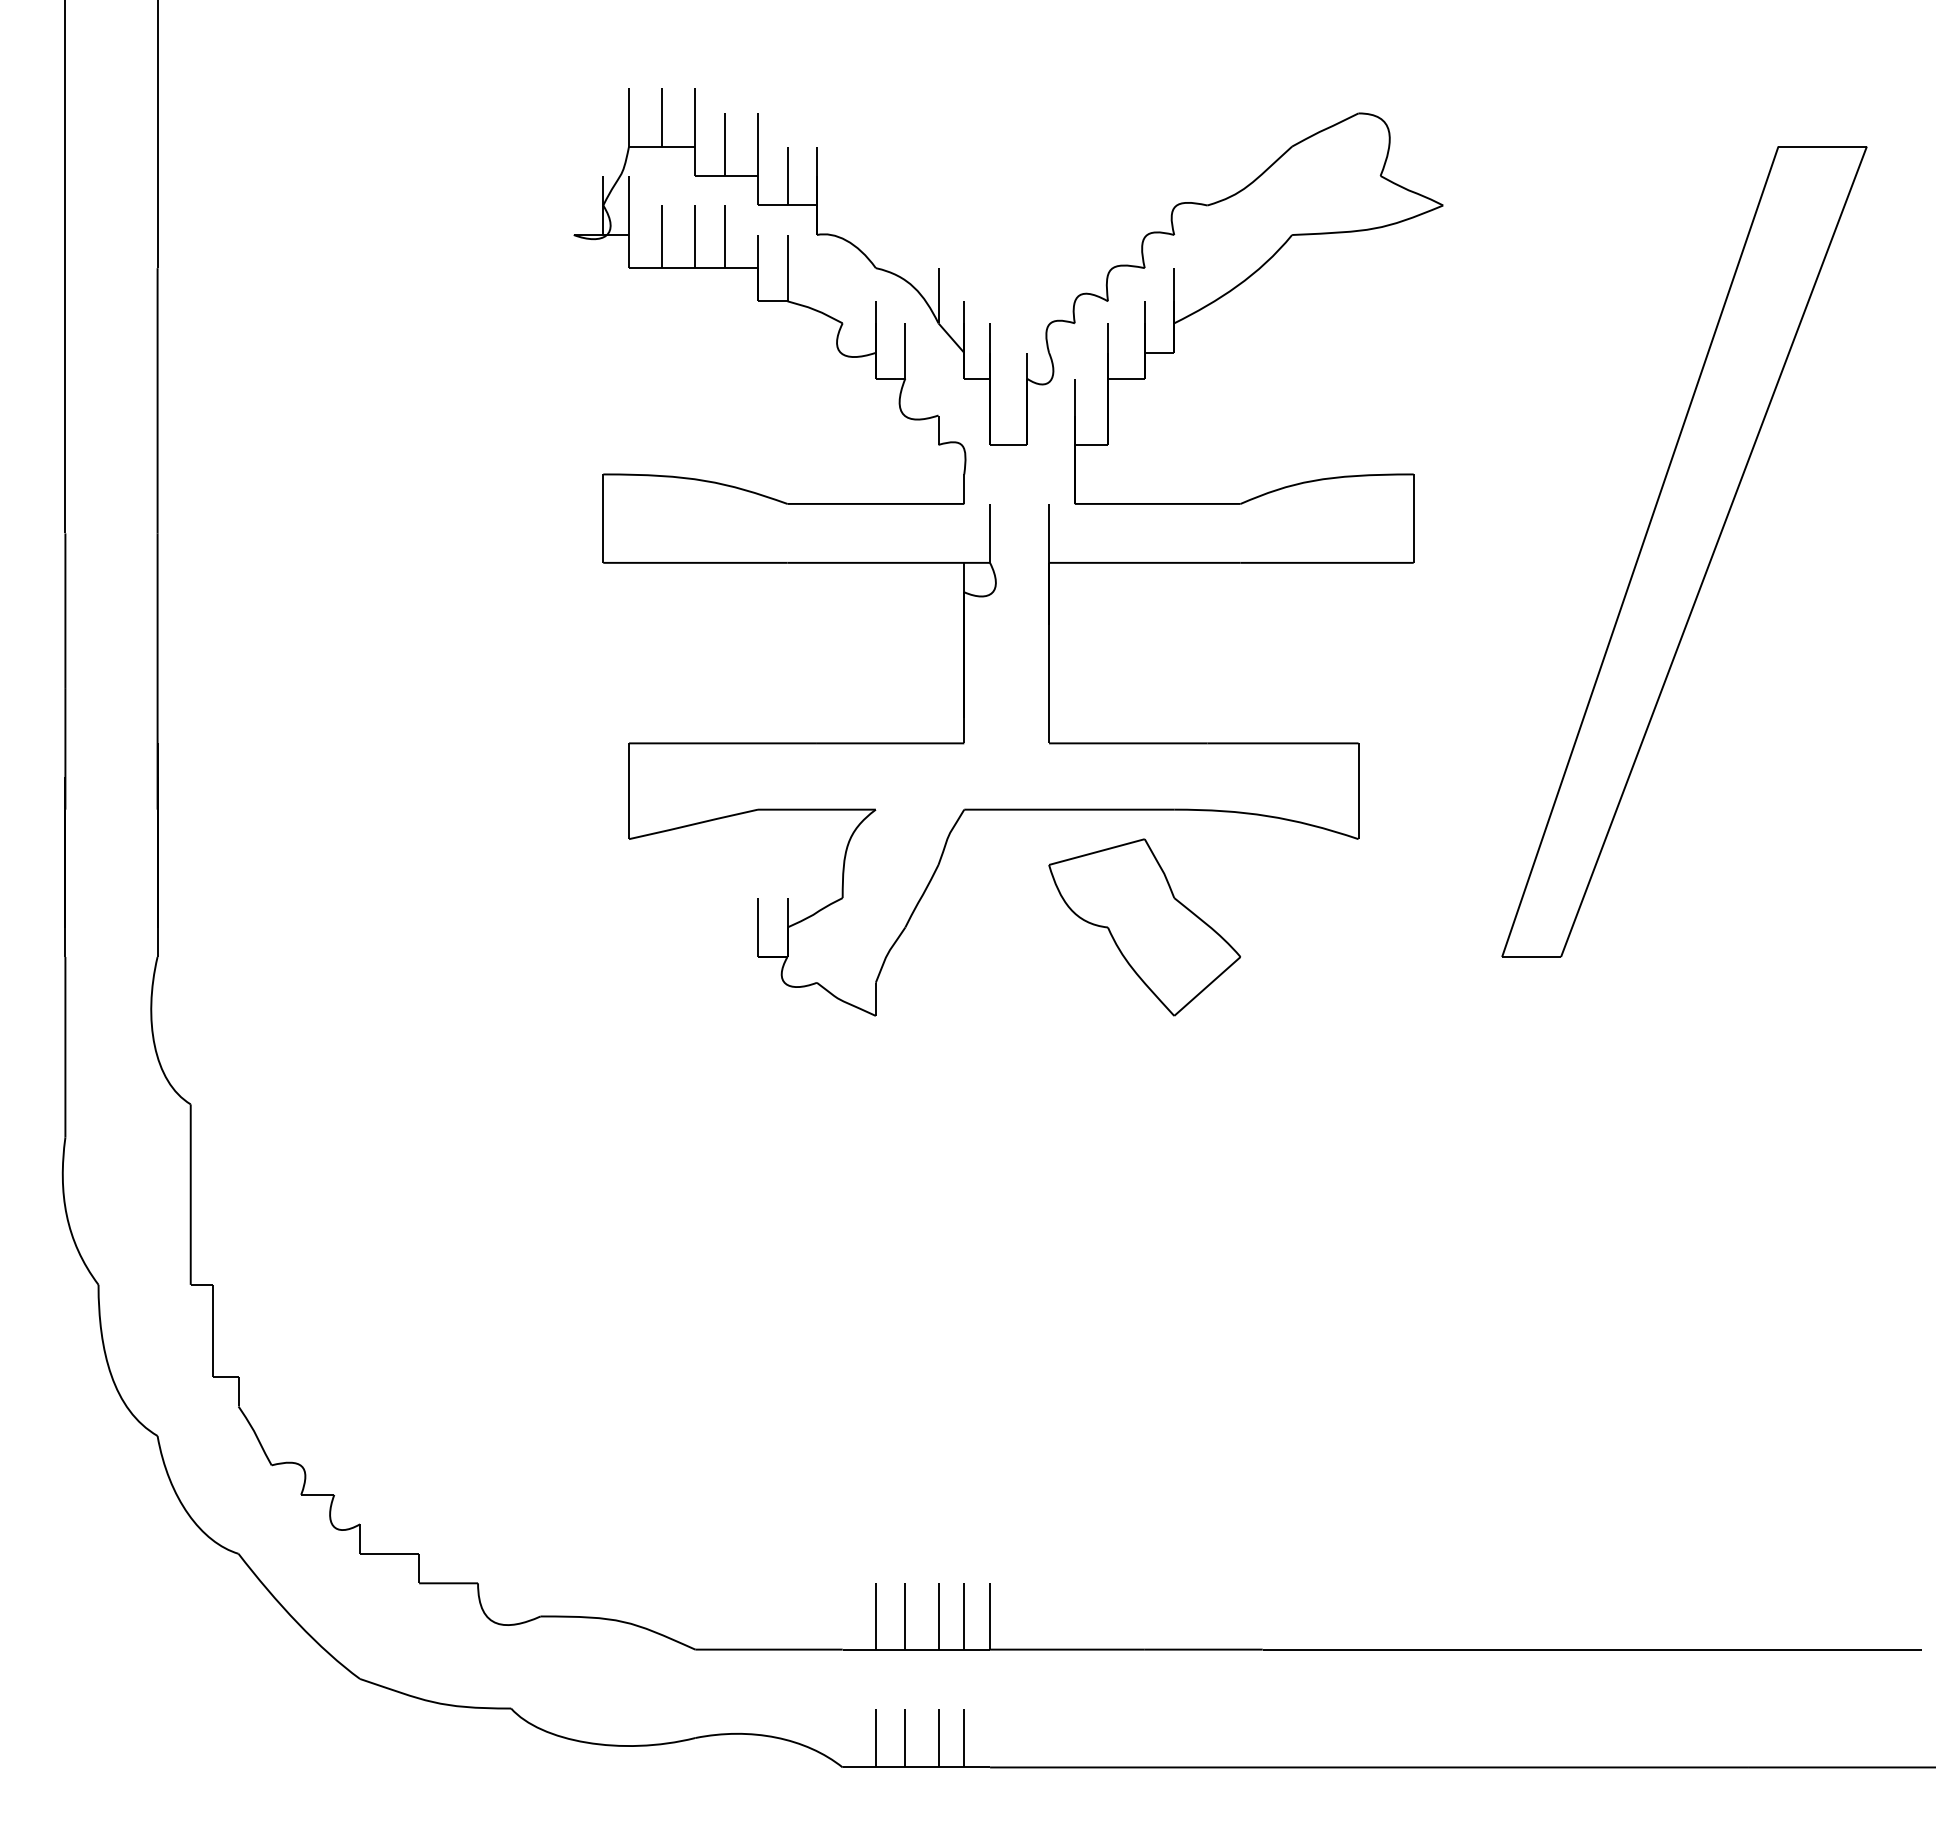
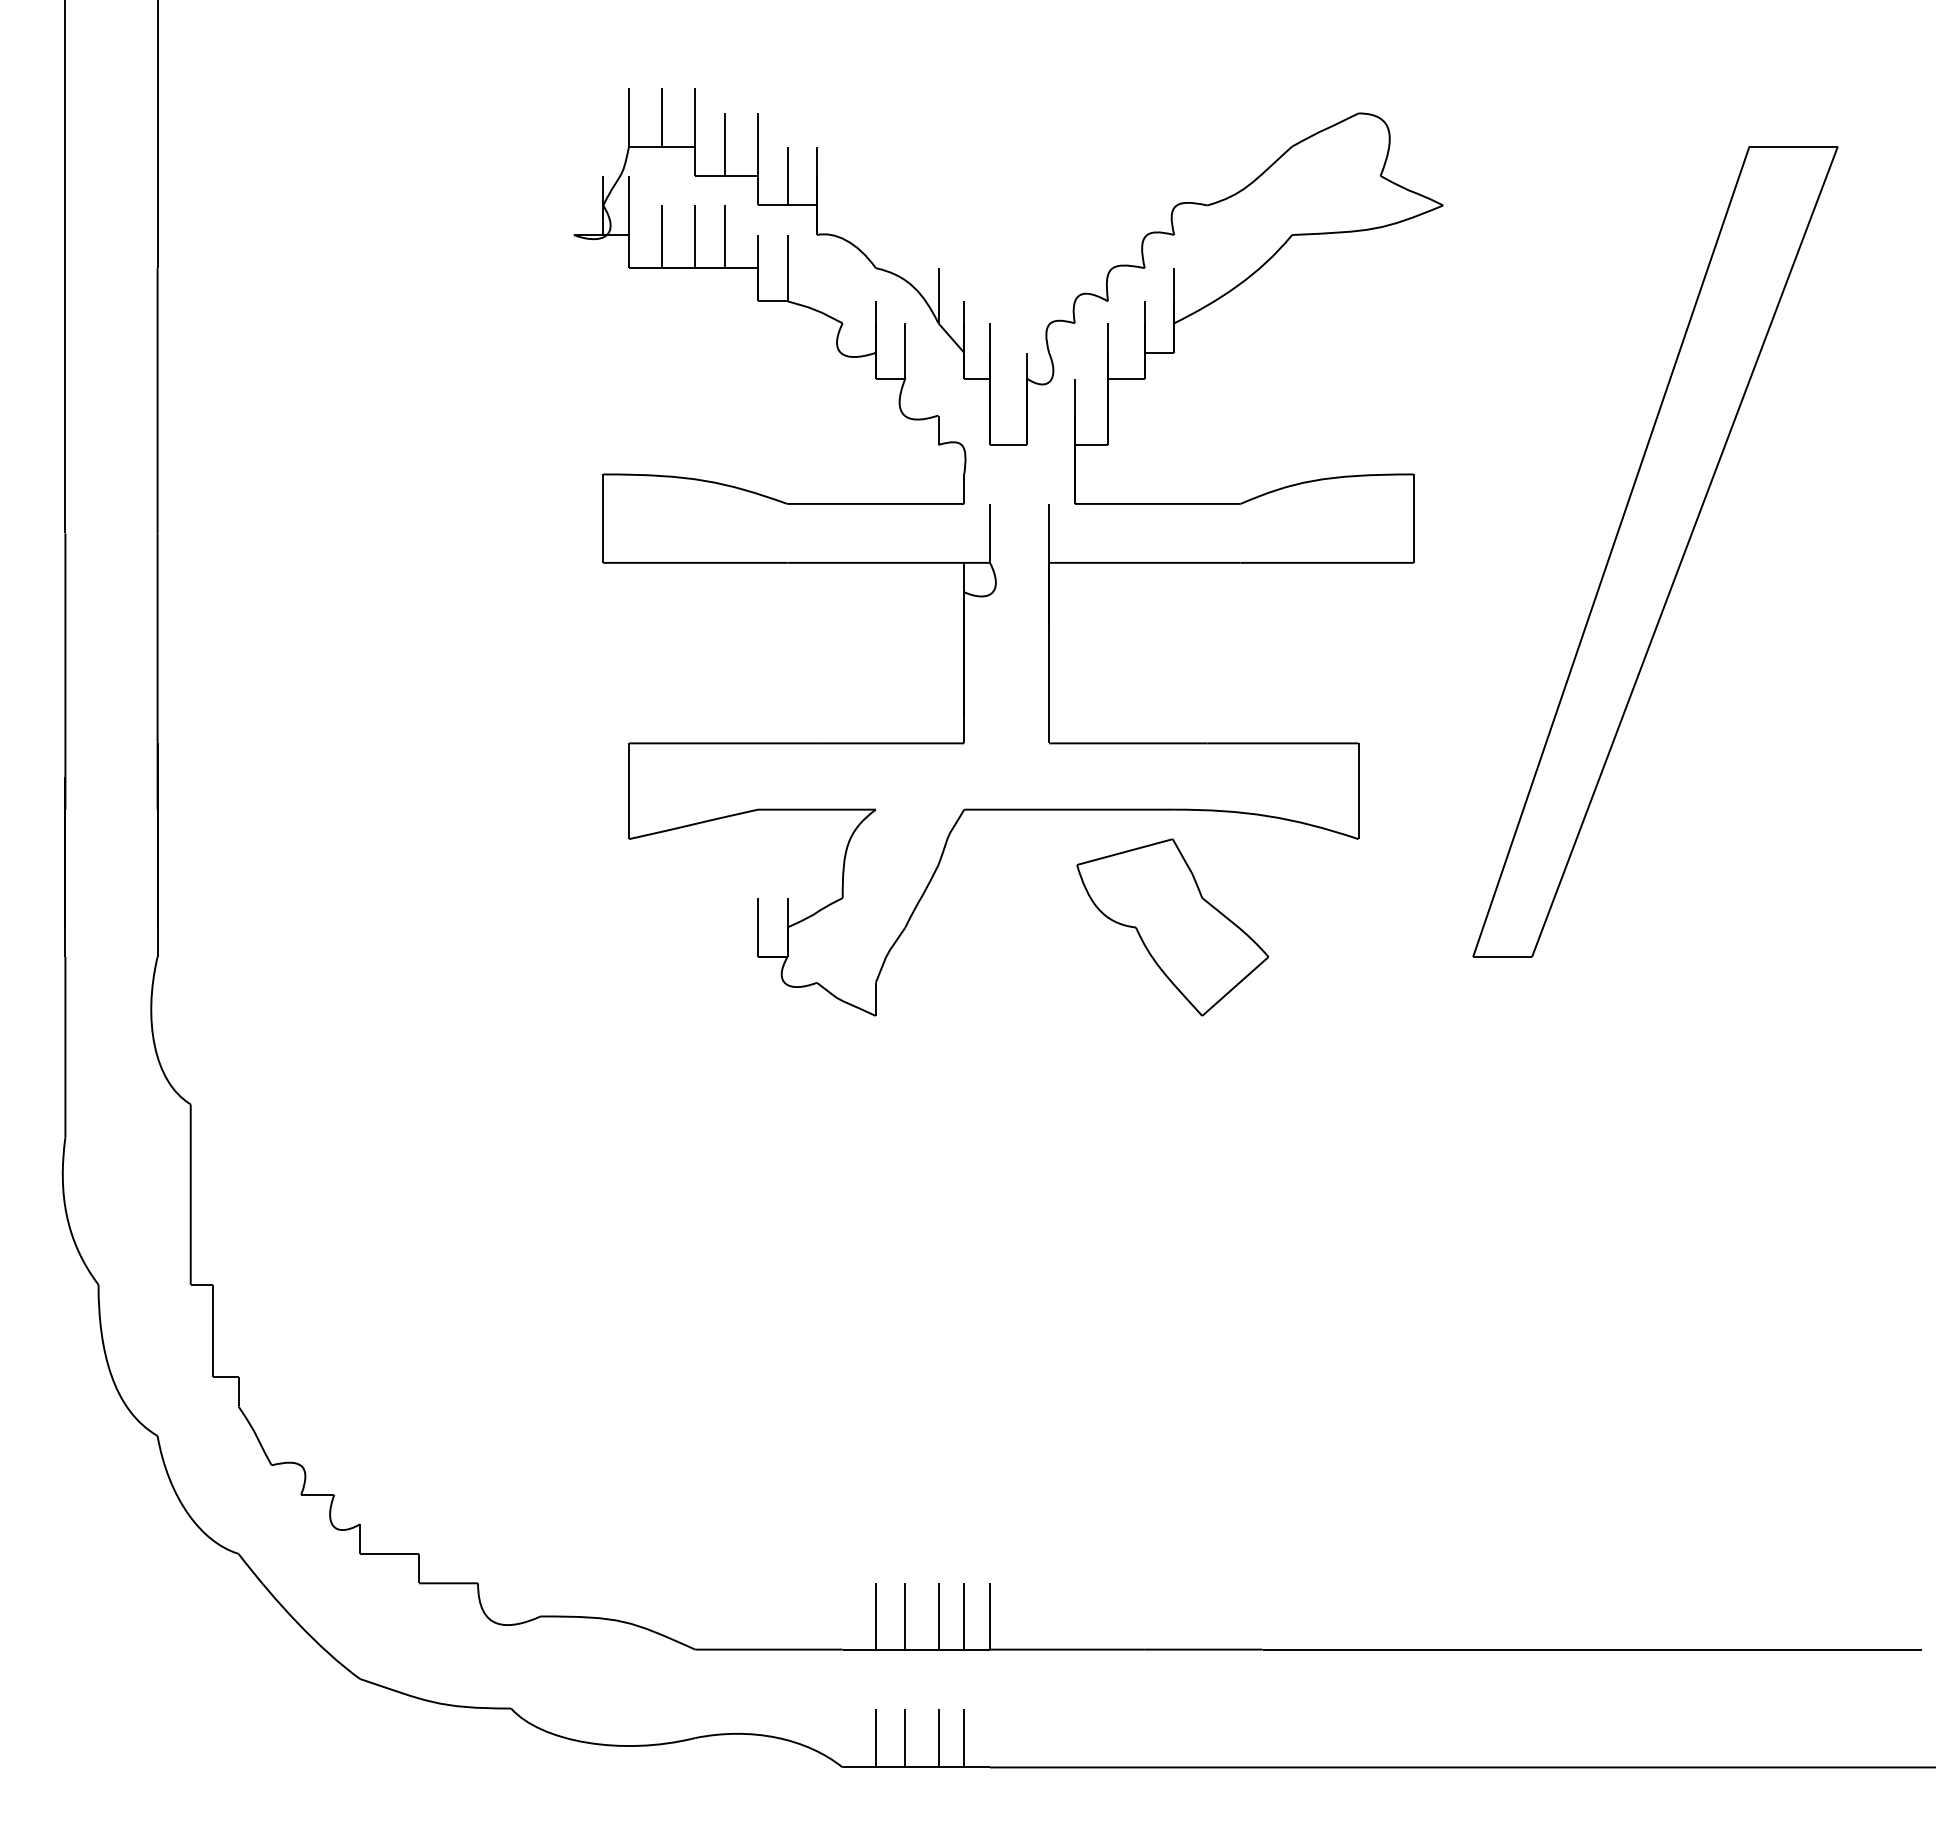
part at (1684, 551) position: (1684, 551) -> (1655, 551)
part at (1144, 927) position: (1144, 927) -> (1172, 927)
